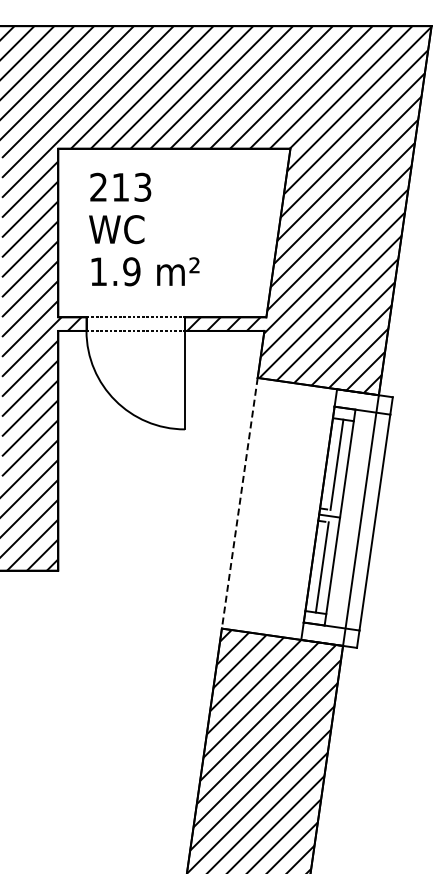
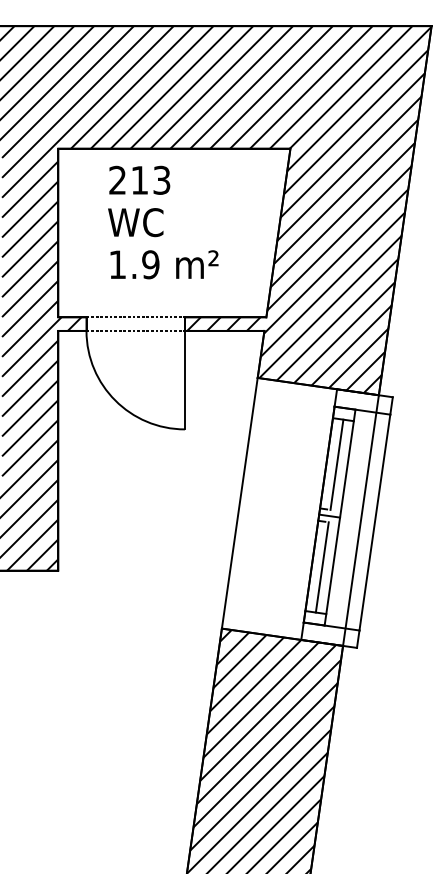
text at (144, 229) position: (144, 229) -> (163, 222)
line at (239, 503): dashed -> solid
